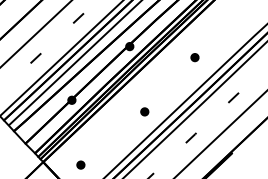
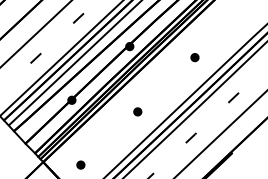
part at (144, 111) position: (144, 111) -> (137, 111)
